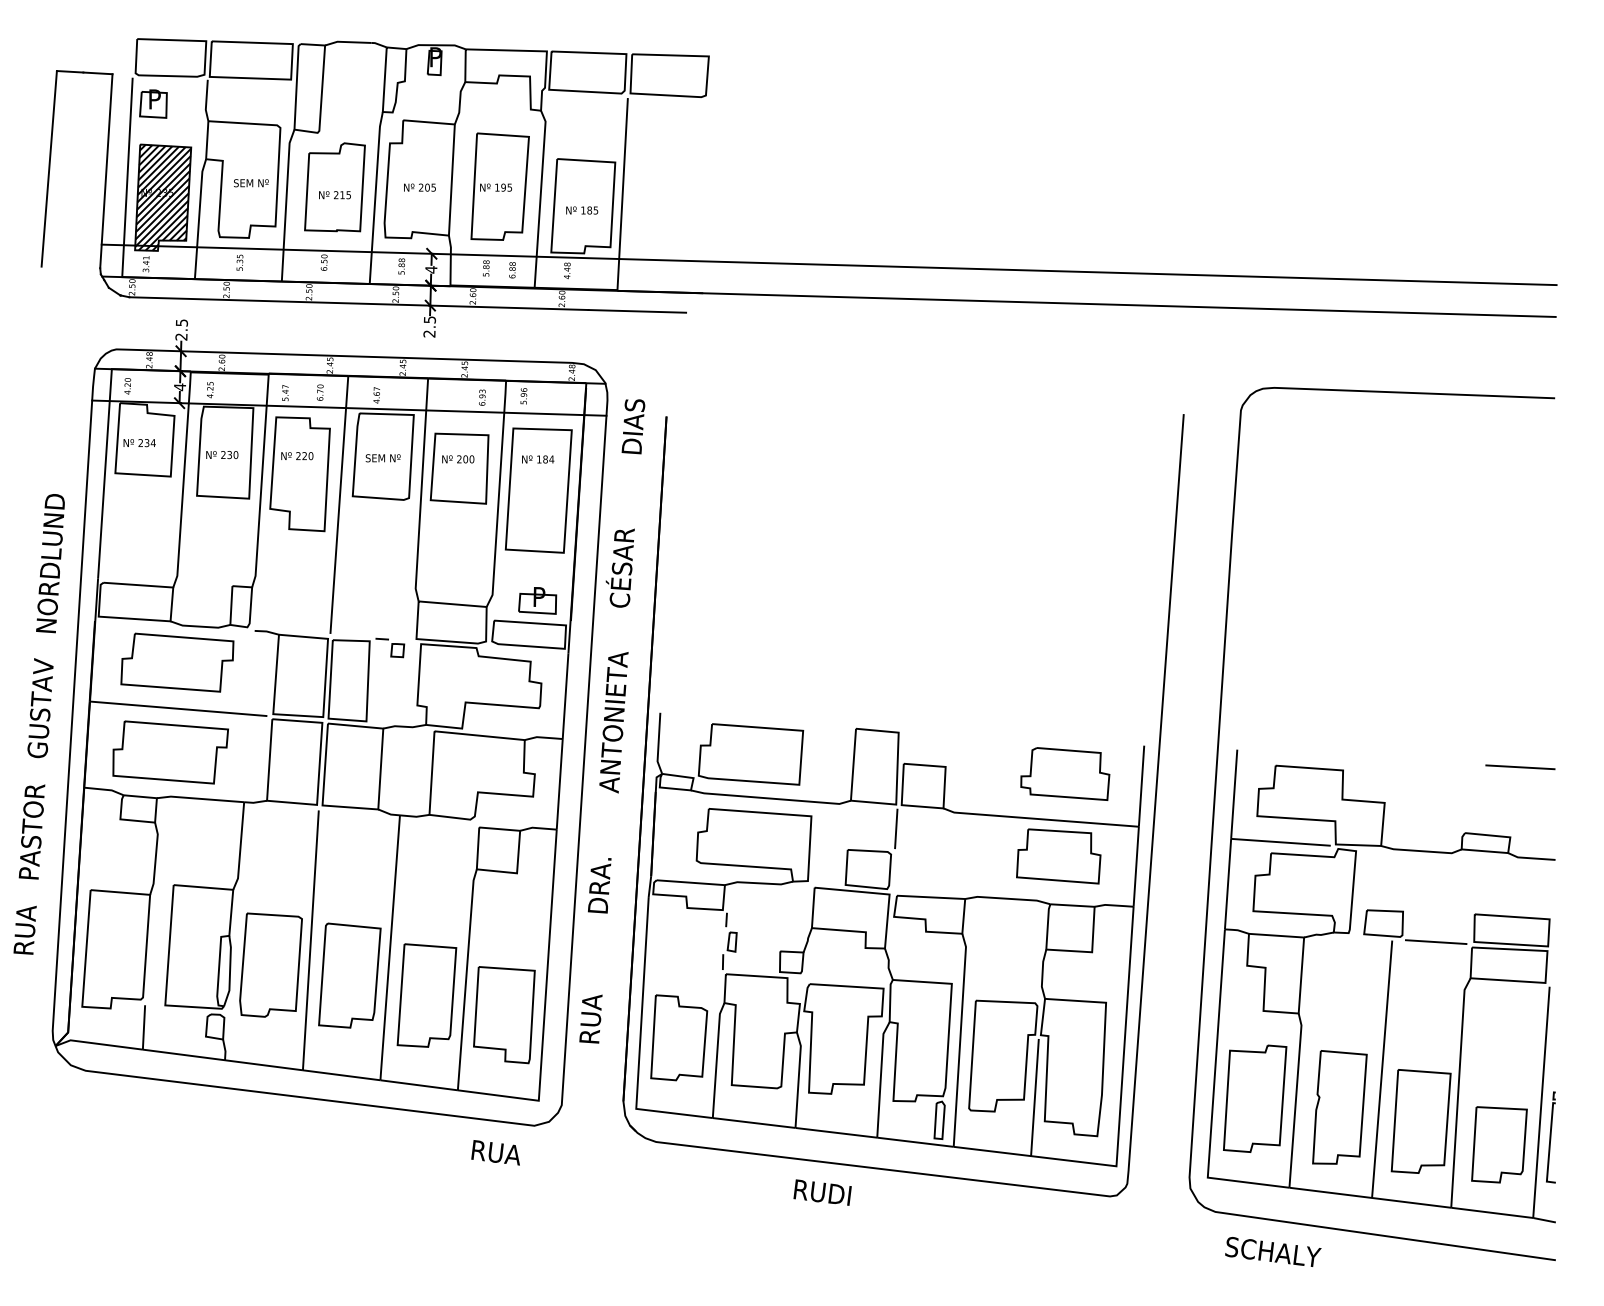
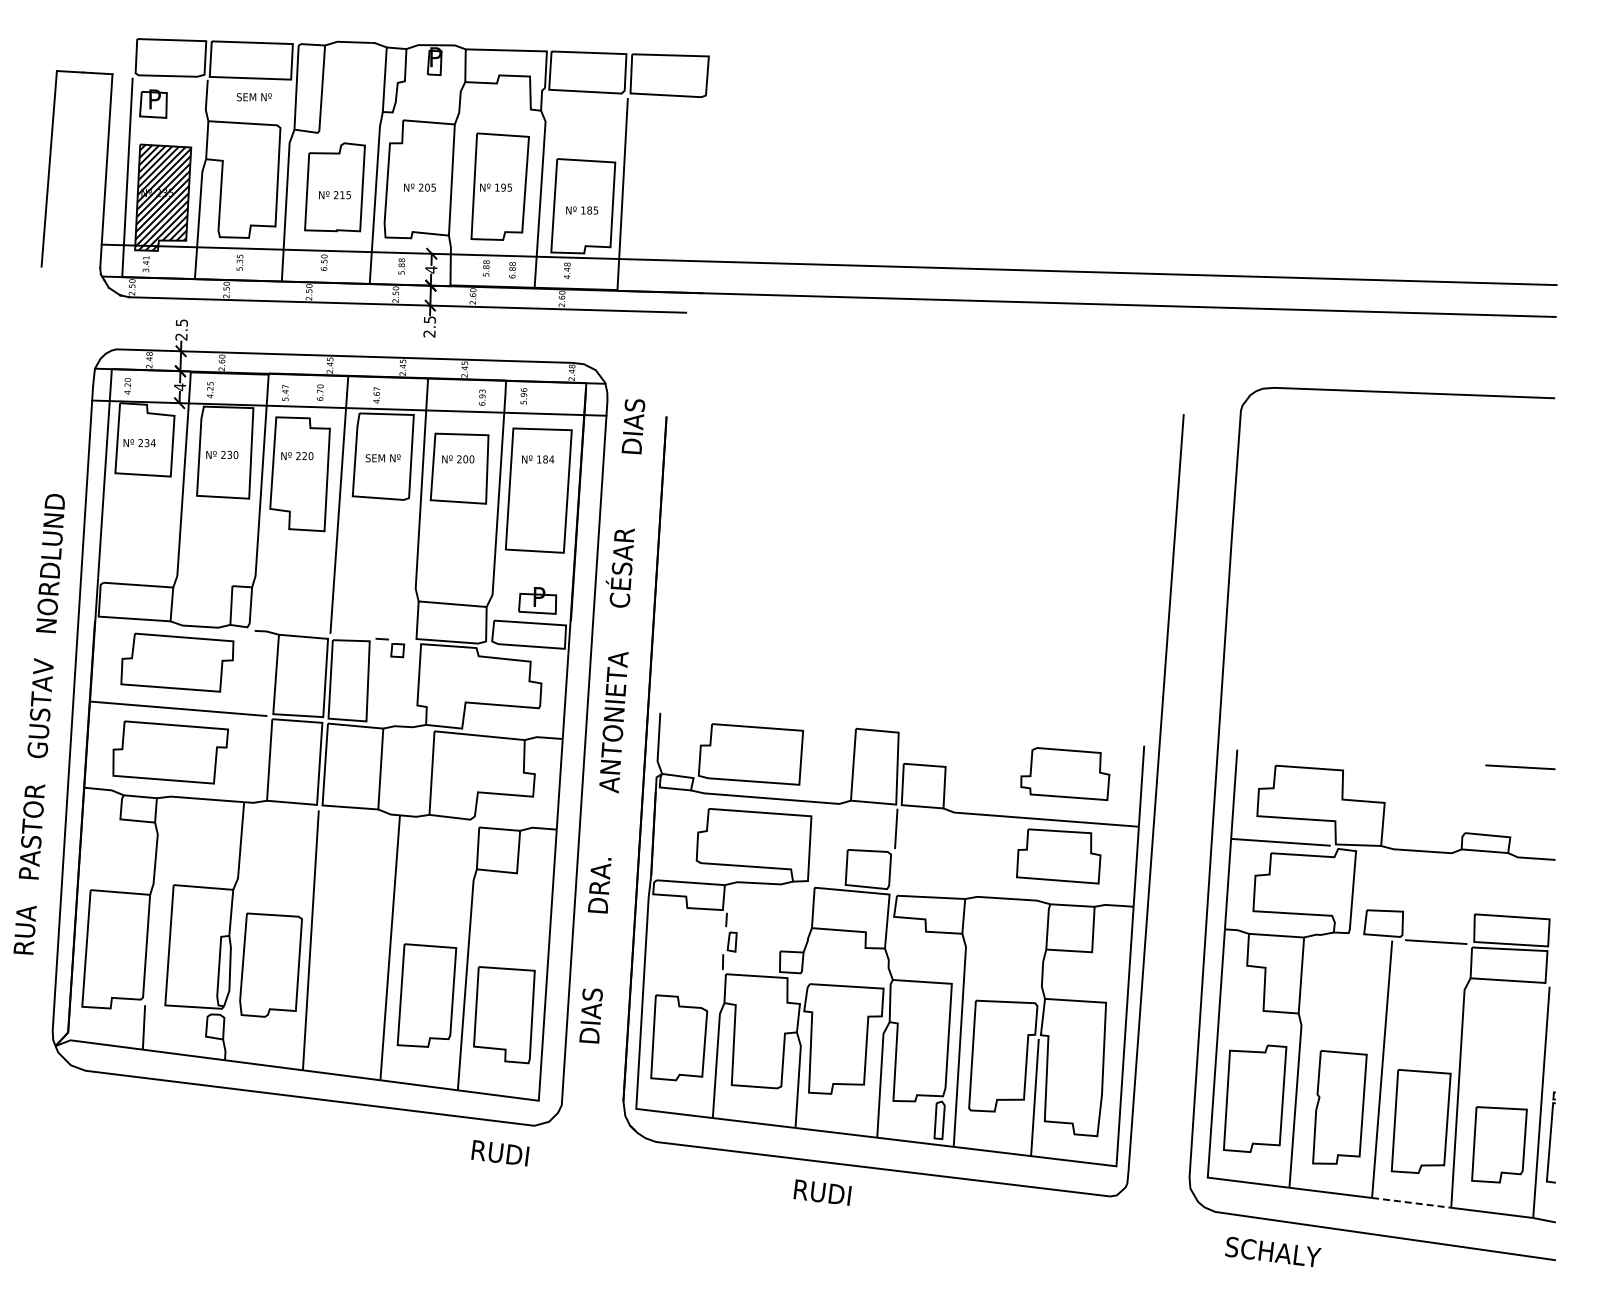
text at (251, 183) position: (251, 183) -> (254, 97)
part at (349, 975): present -> none
text at (591, 1014): RUA -> DIAS
text at (516, 1155): RUA -> RUDI
line at (1411, 1202): solid -> dashed
